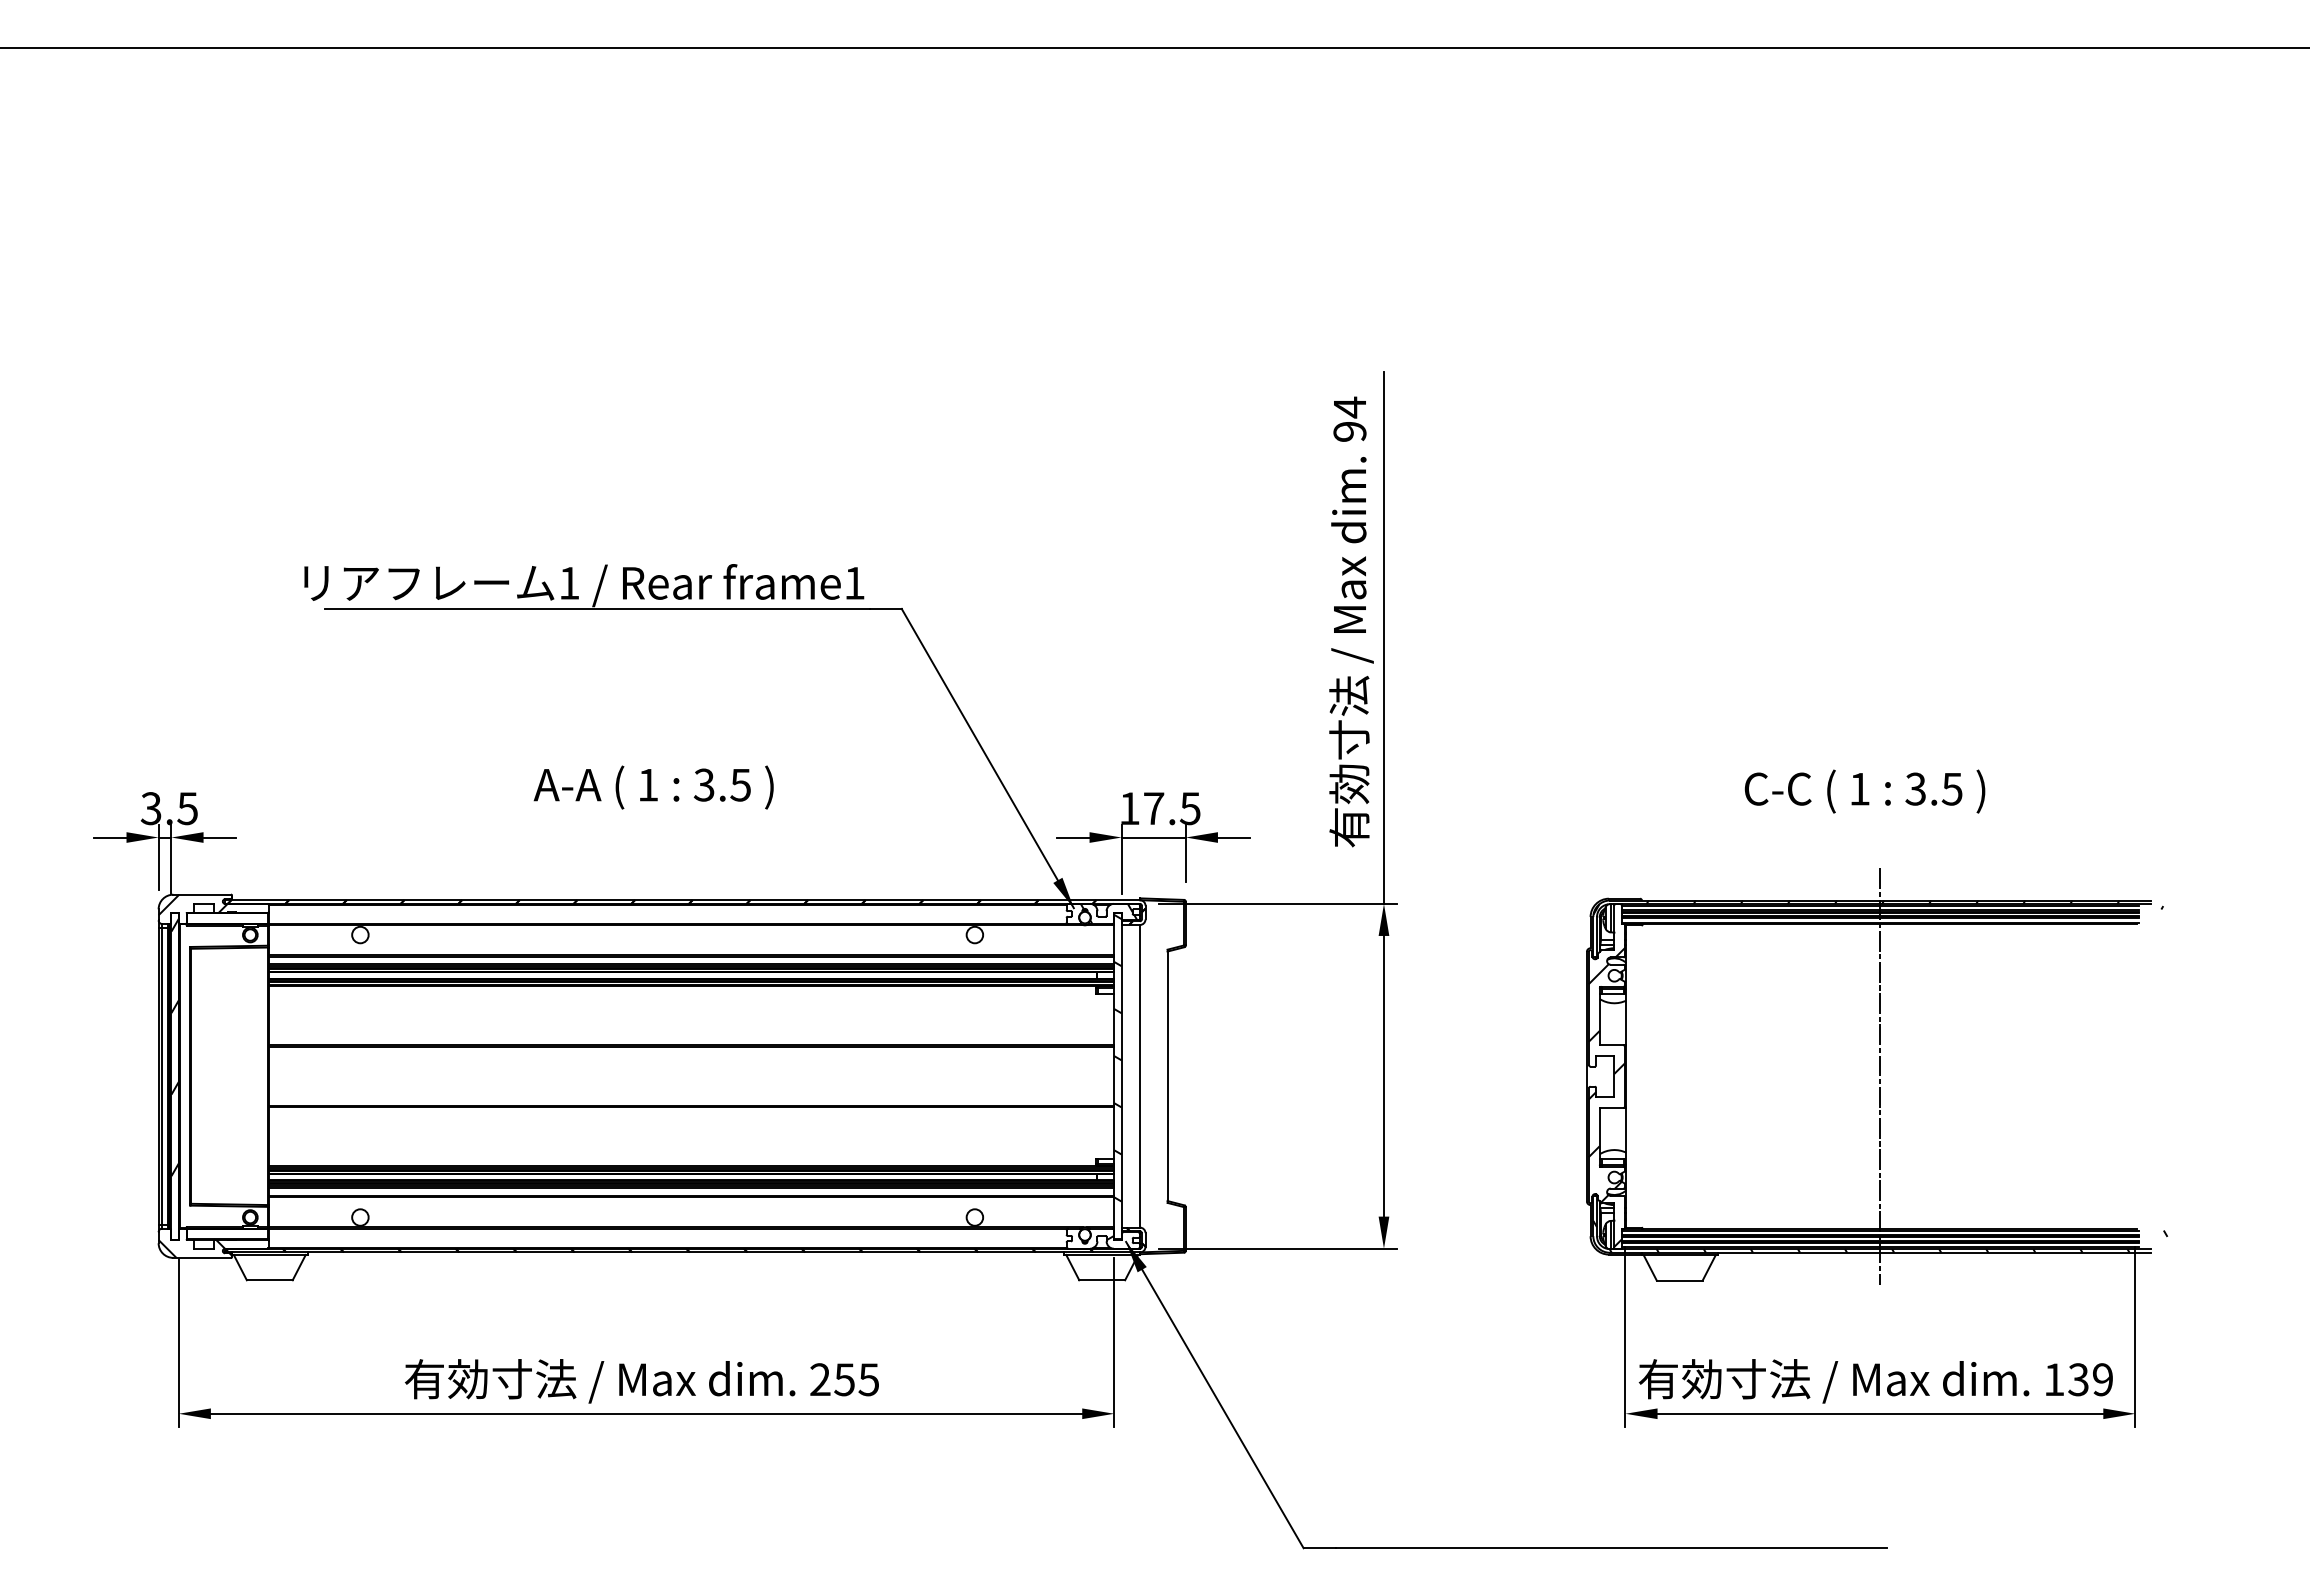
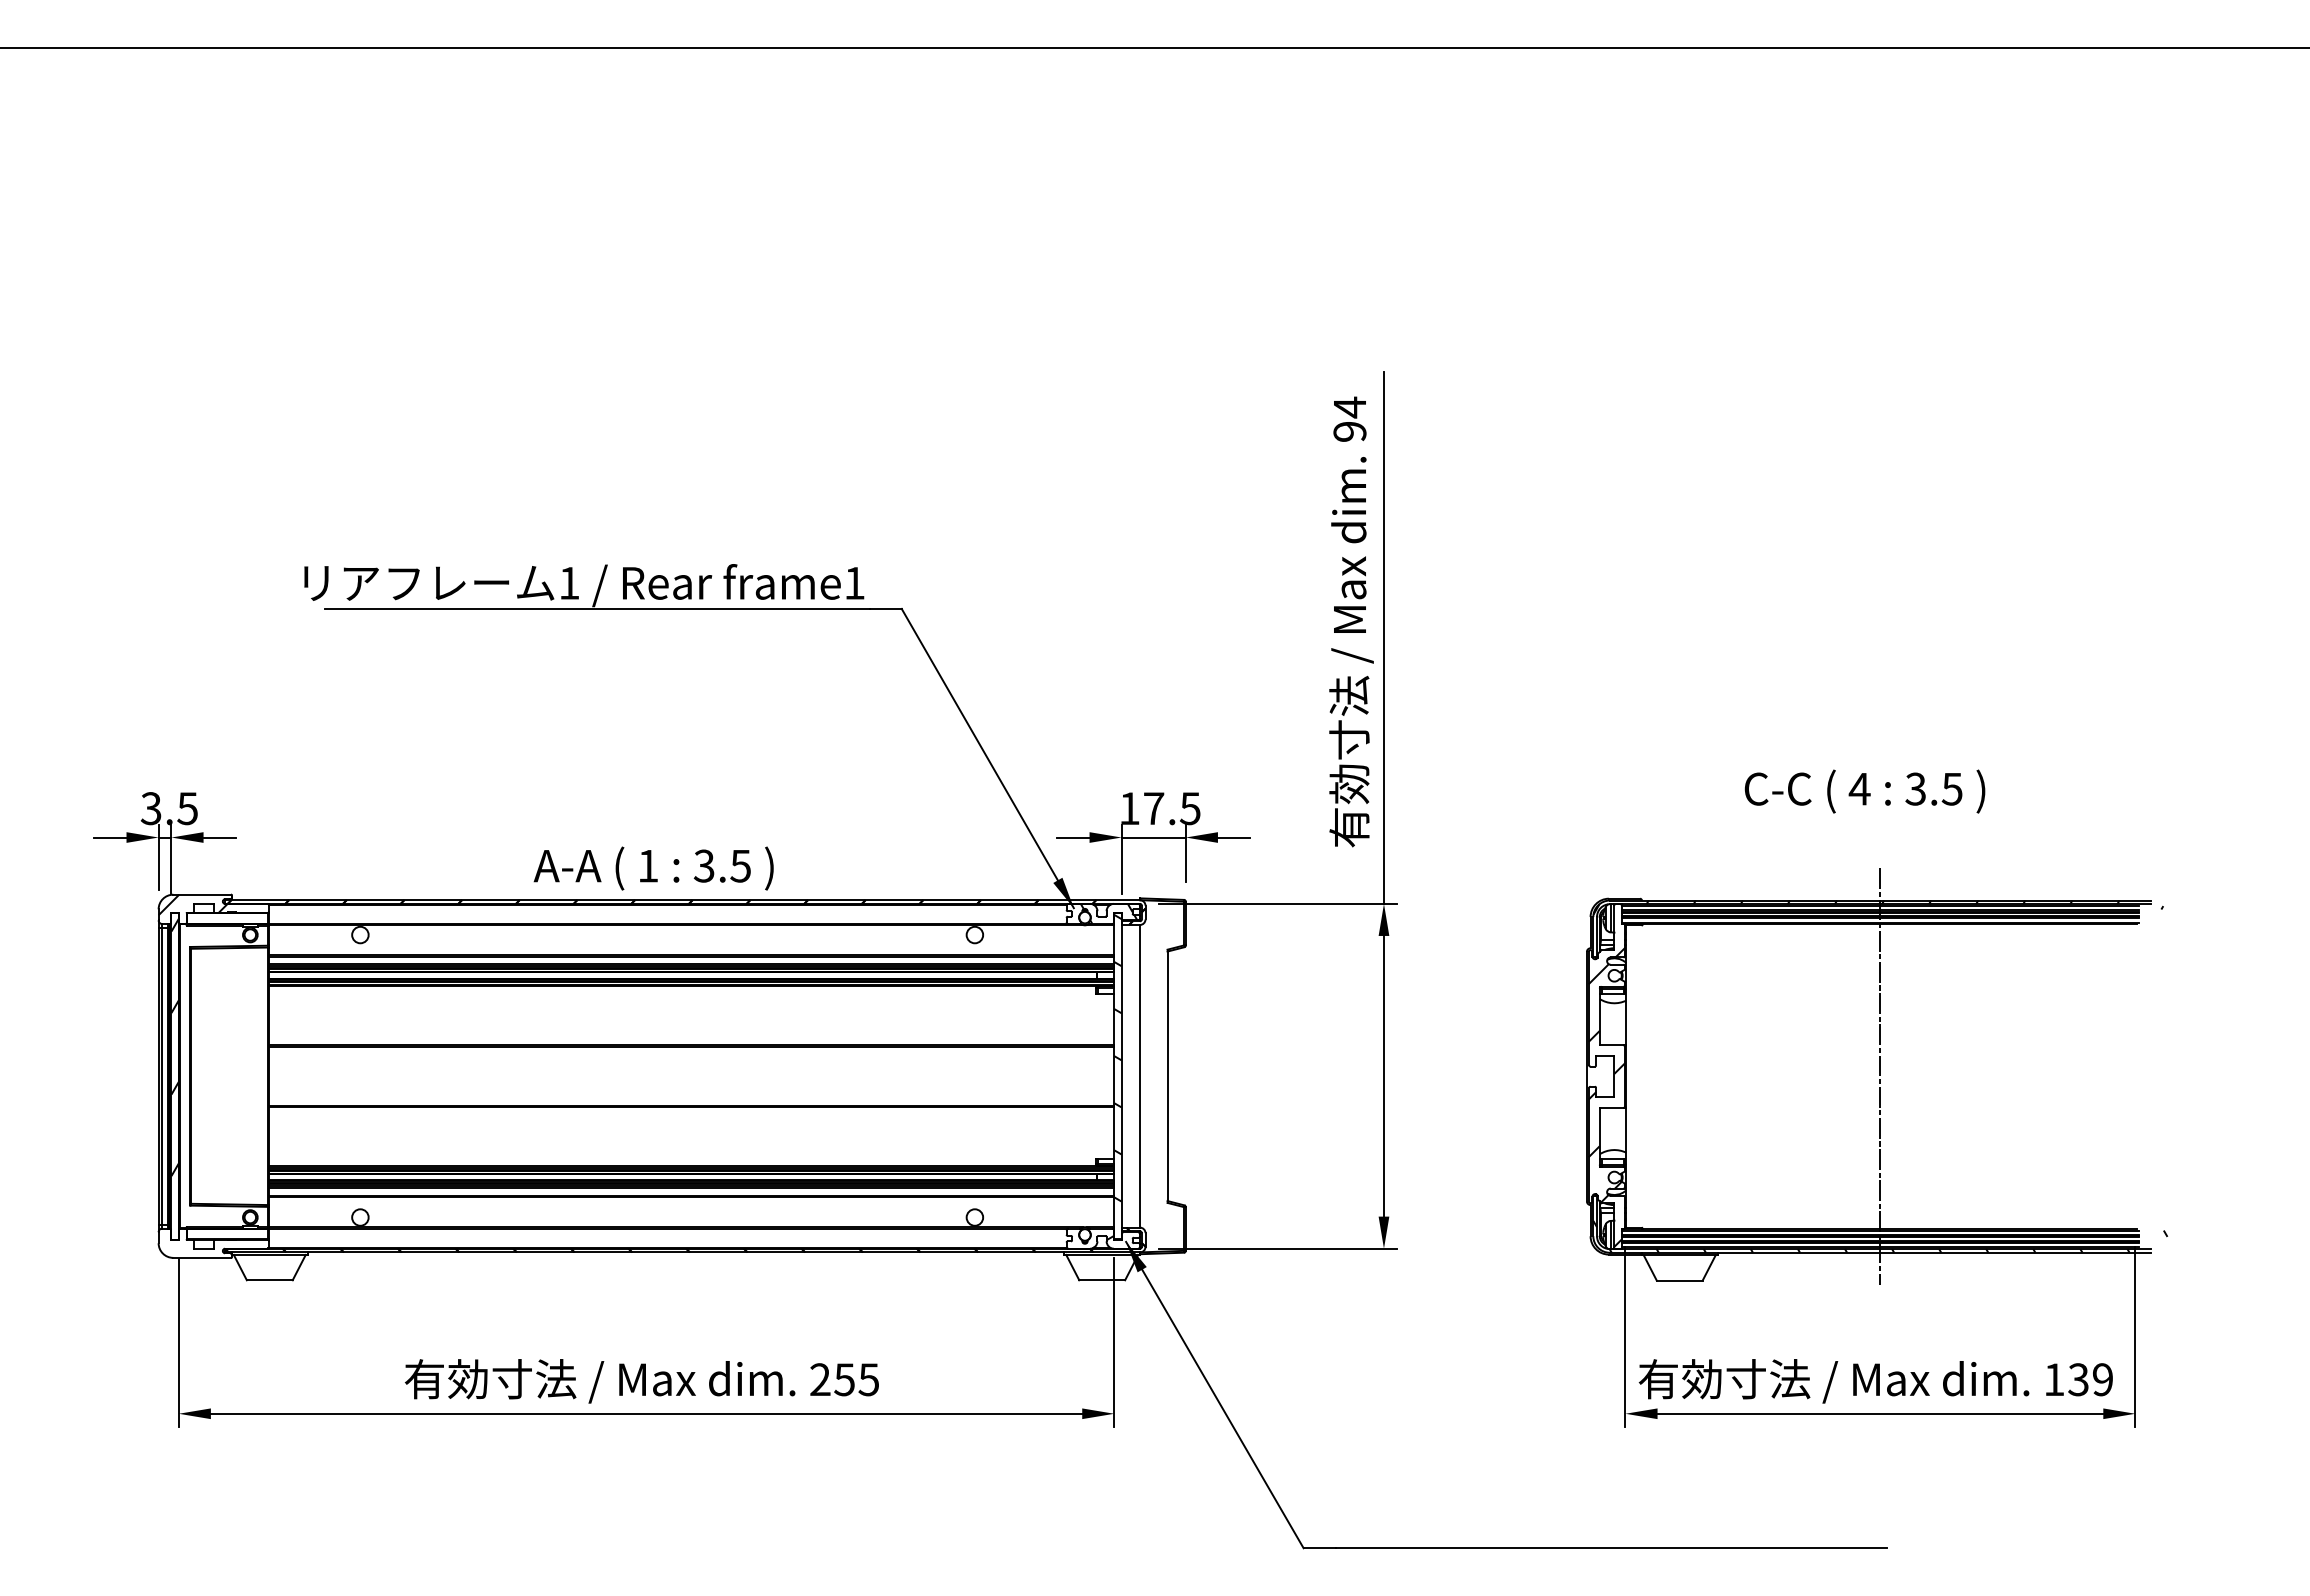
text at (653, 787) position: (653, 787) -> (653, 868)
text at (1859, 789): 1 -> 4
hatch at (195, 1248): present -> none
